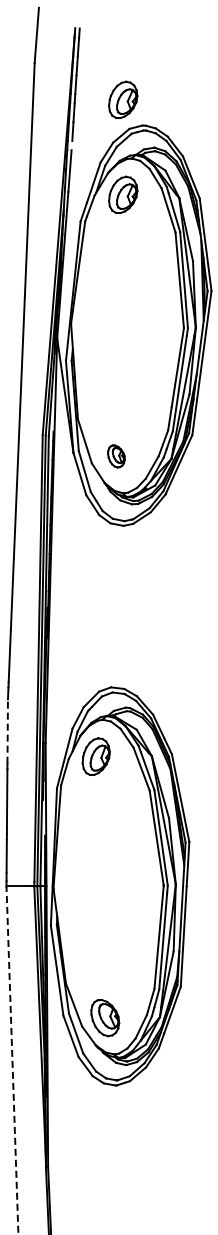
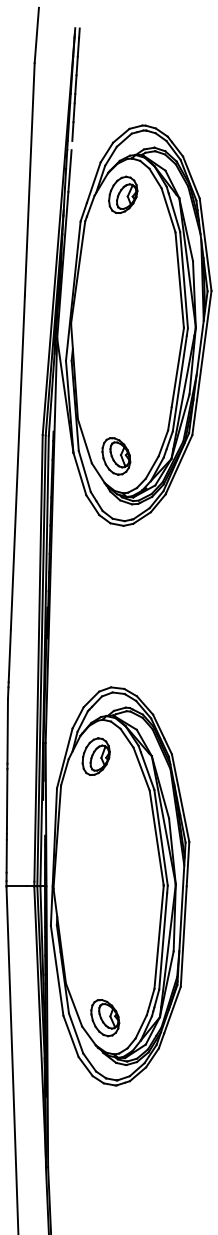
part at (123, 99): present -> none
part at (116, 456) size: 19x25 px -> 31x39 px
line at (7, 731): dashed -> solid
line at (12, 1060): dashed -> solid
